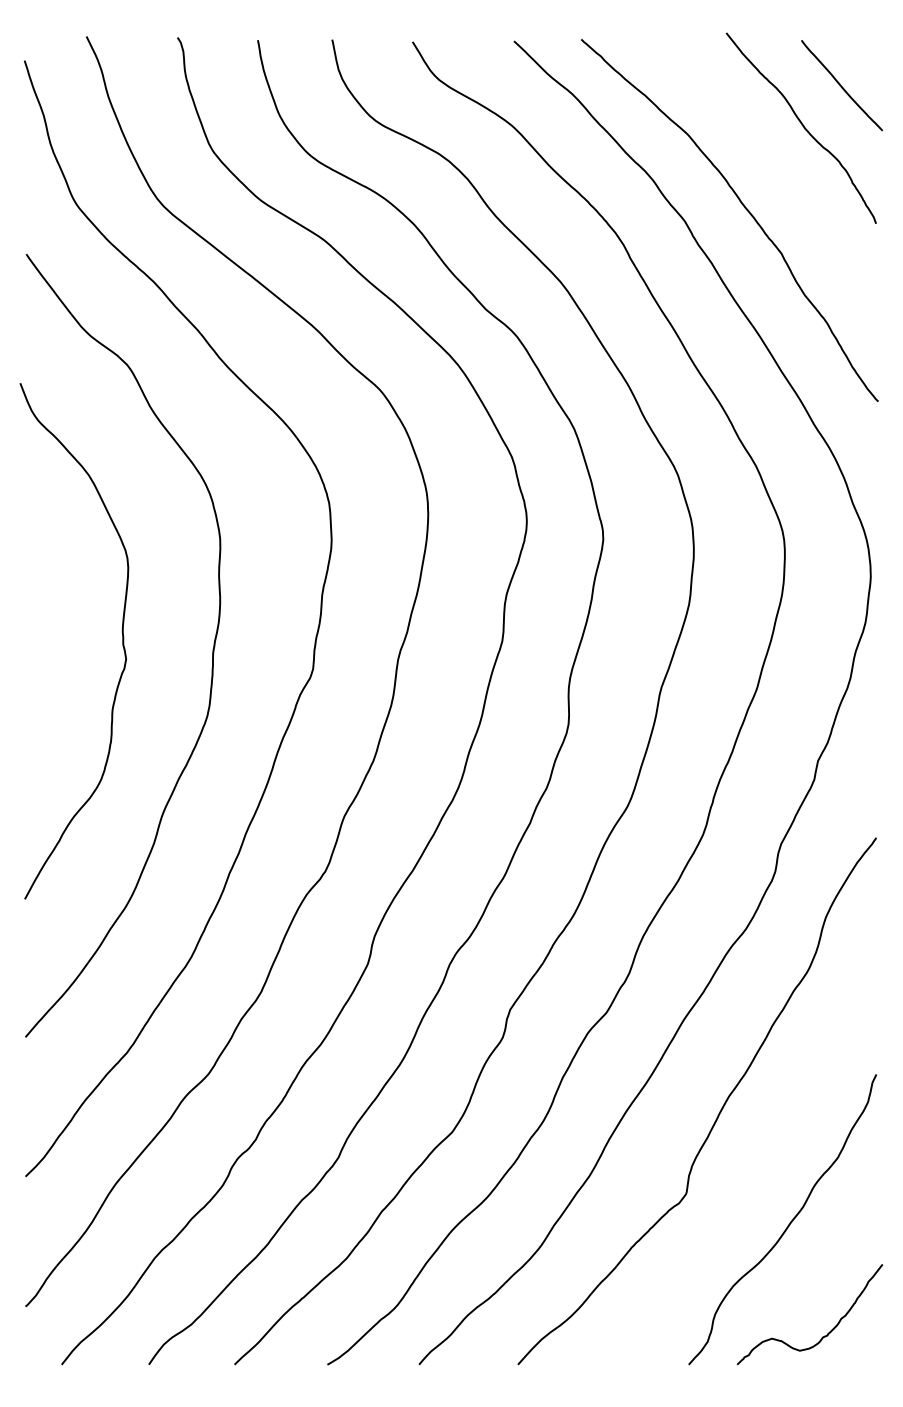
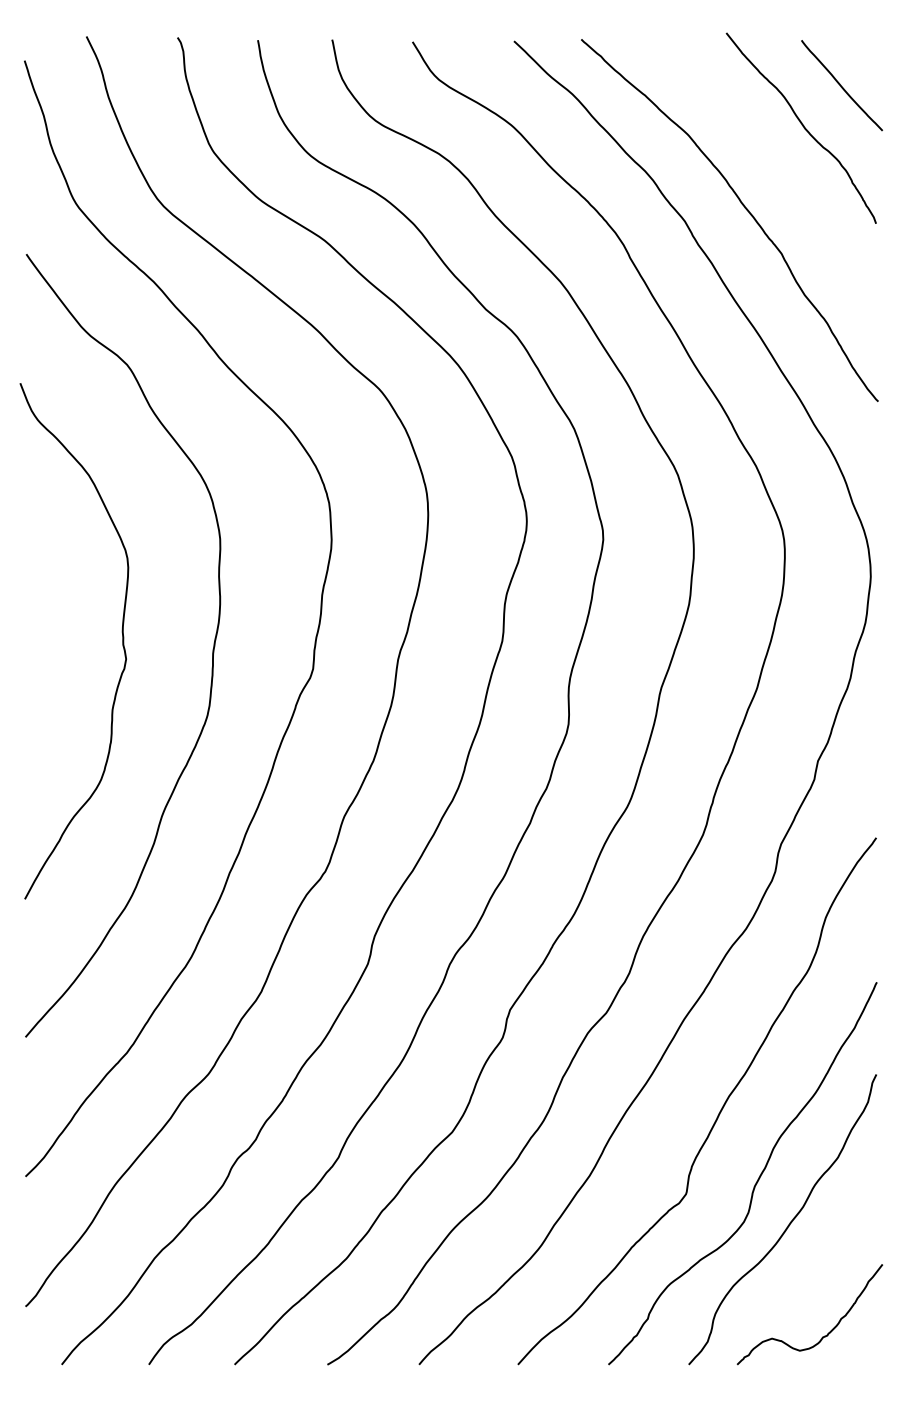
curve at (755, 1182): none -> present
